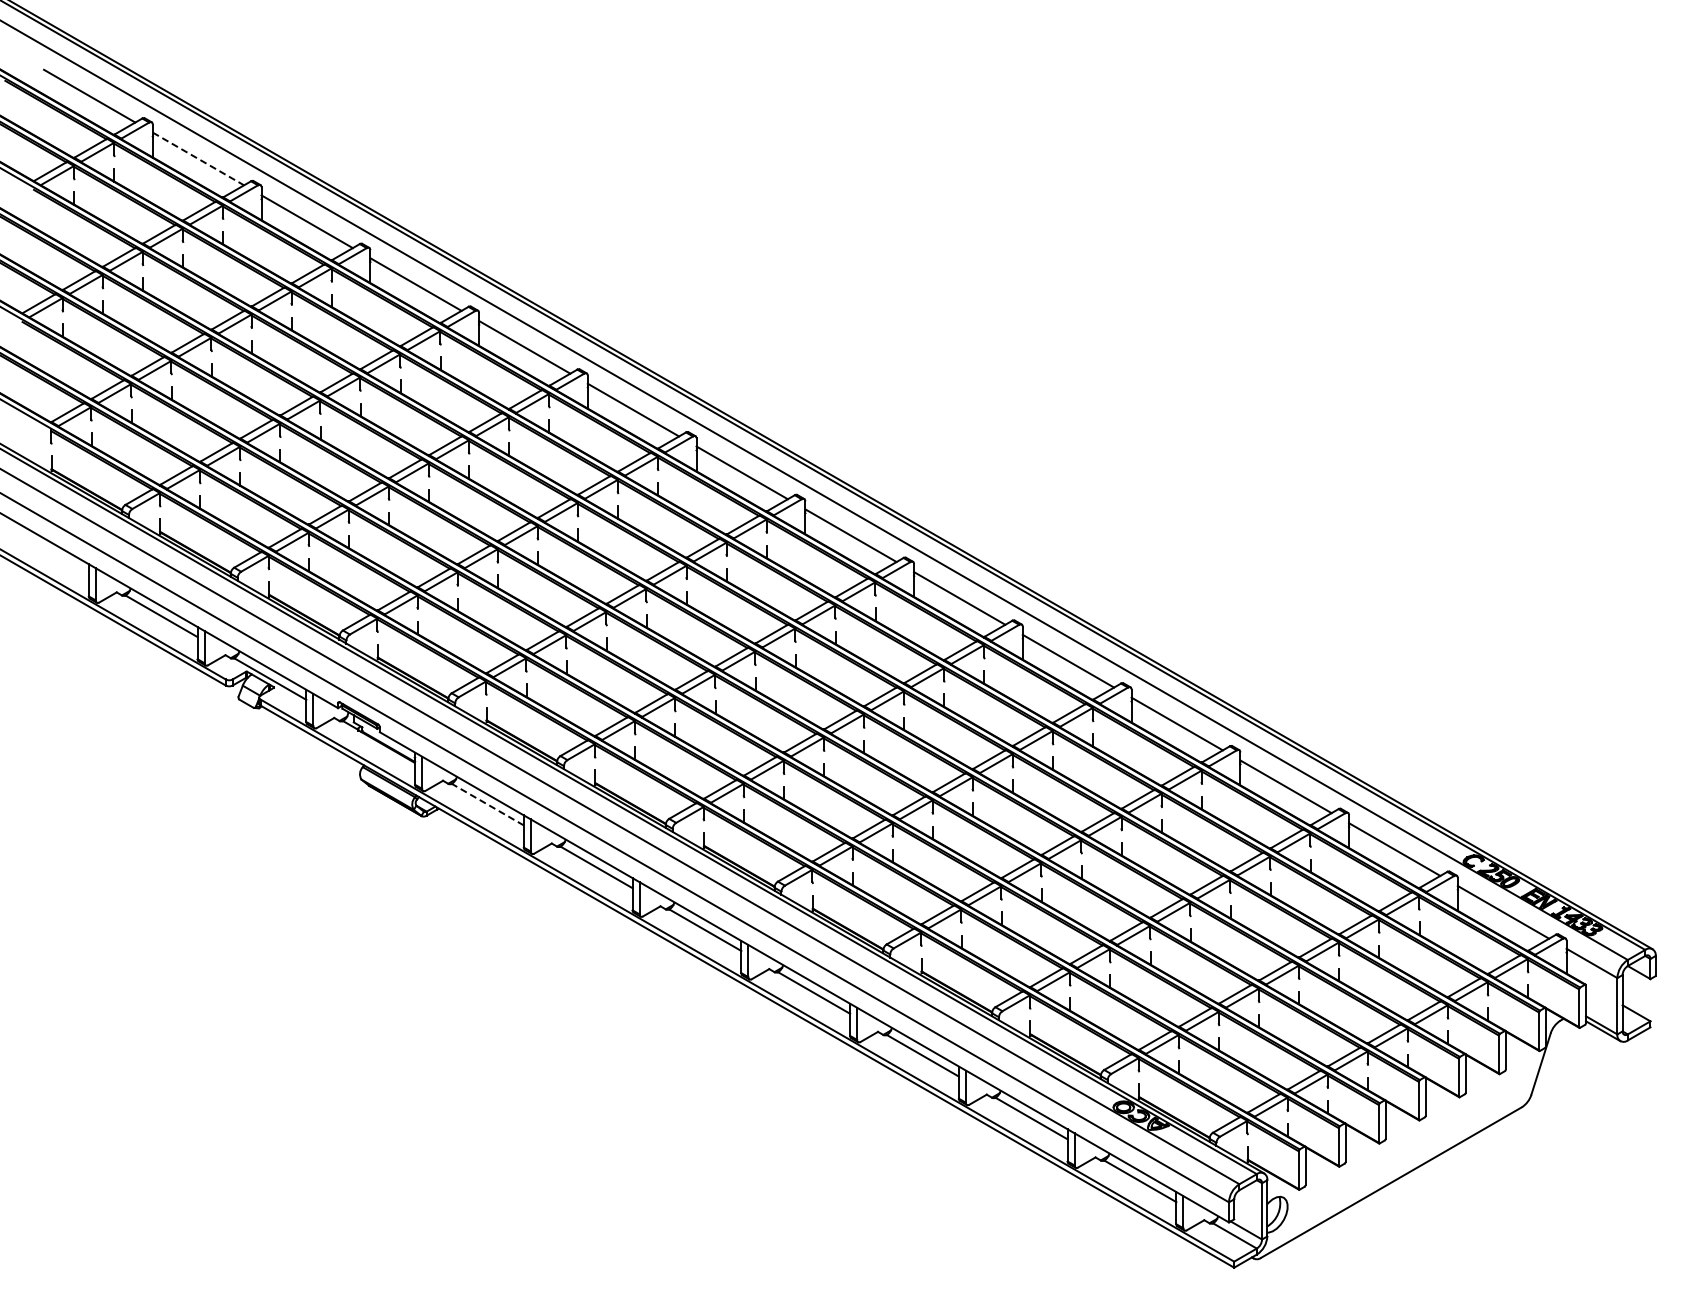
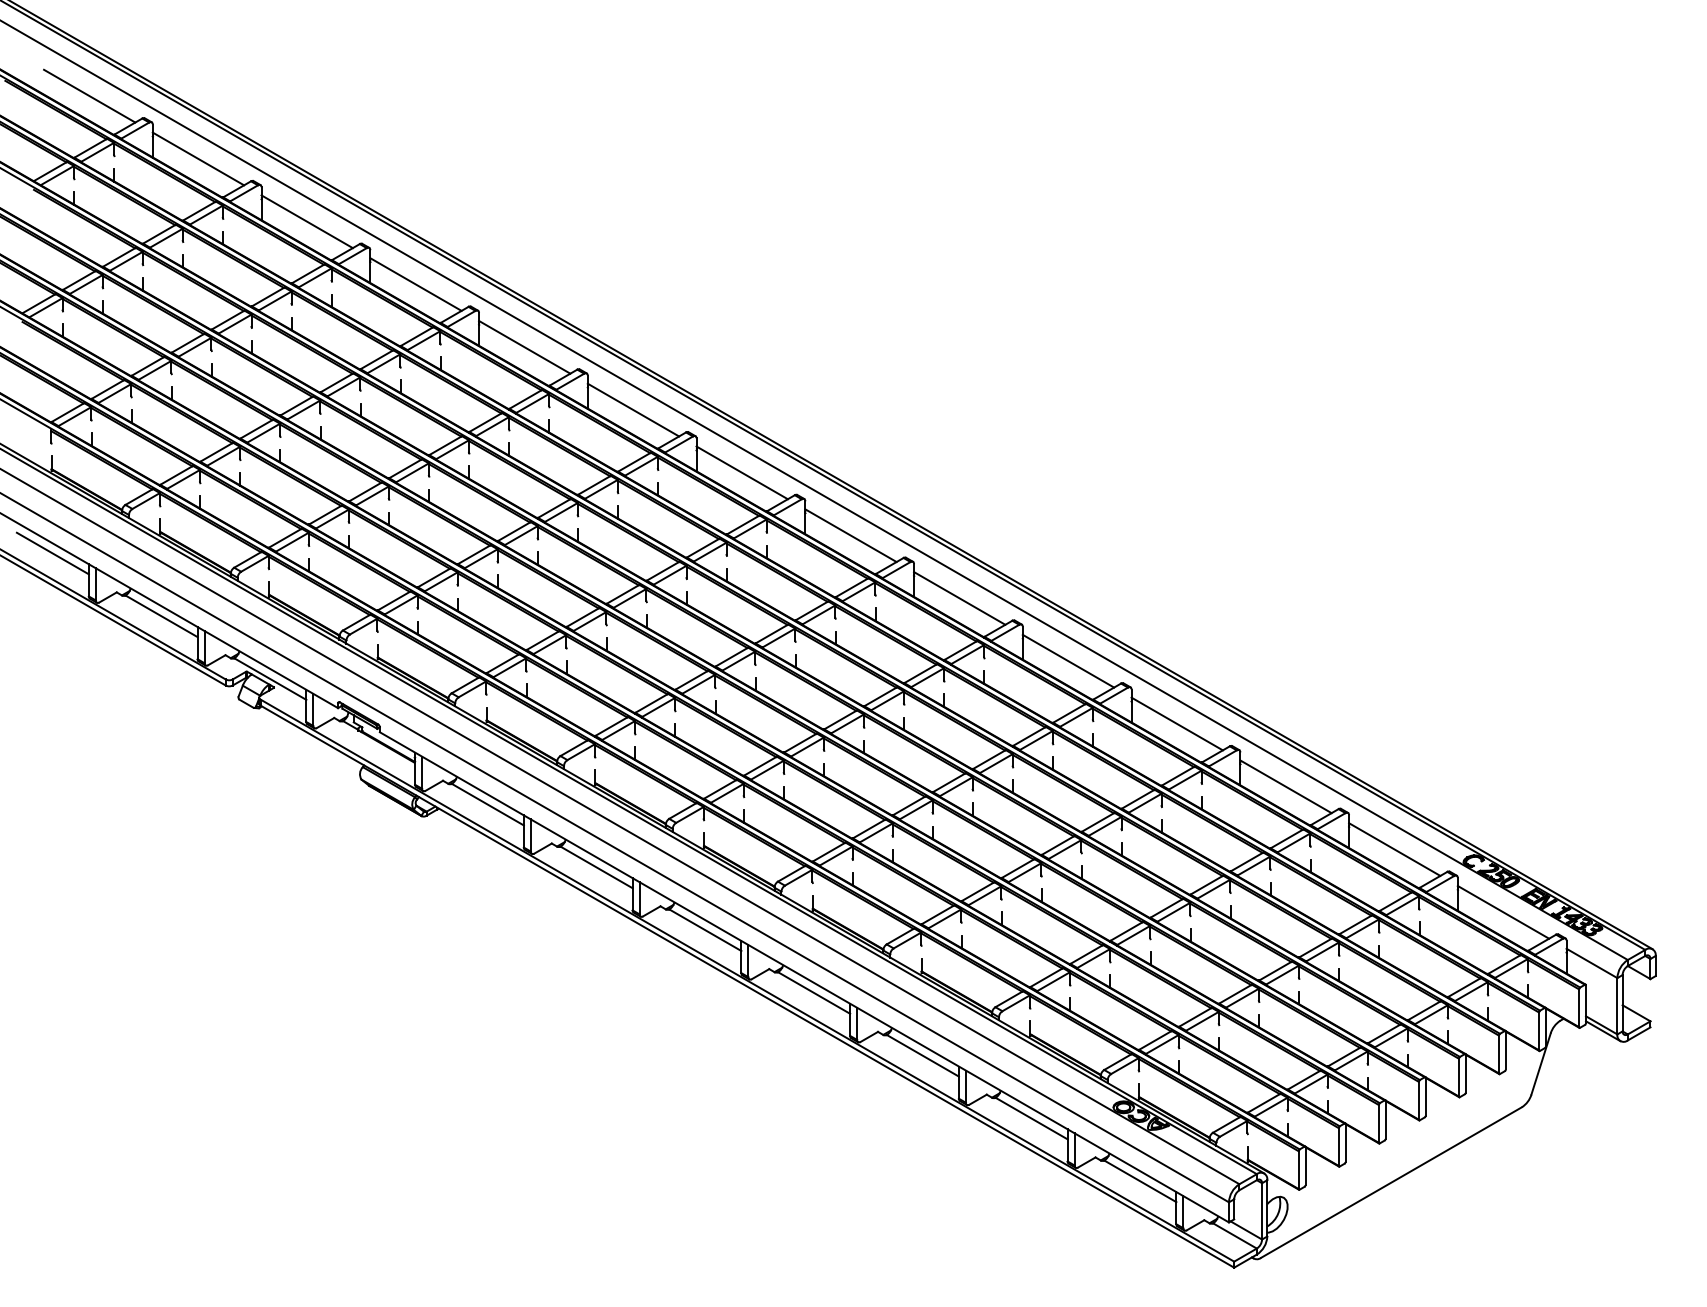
line at (198, 158): dashed -> solid
line at (52, 553): none -> present
line at (487, 804): dashed -> solid
